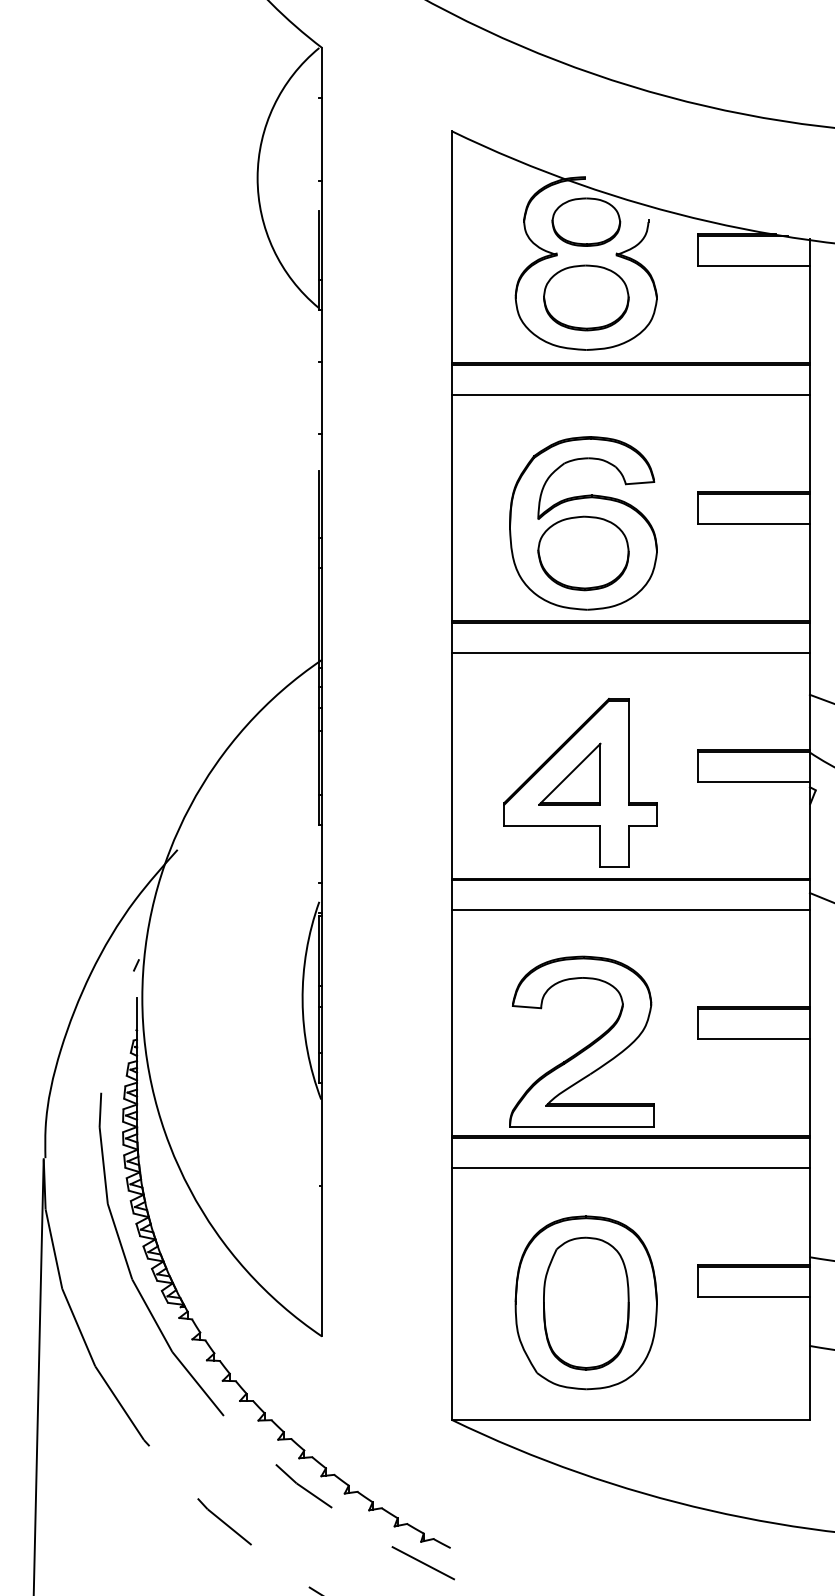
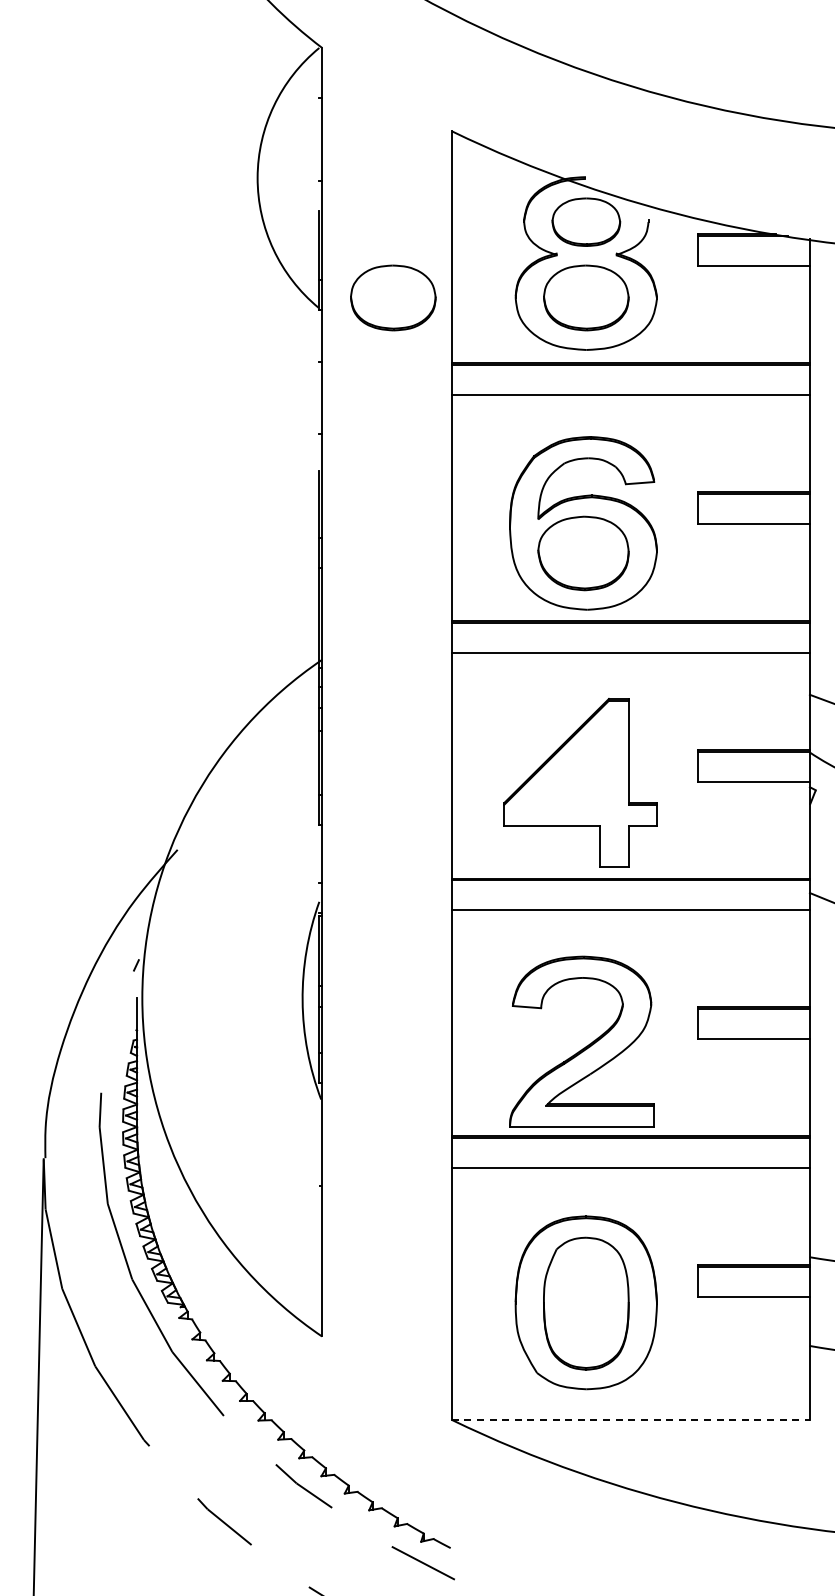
part at (393, 297): none -> present
part at (569, 773): present -> none
line at (631, 1419): solid -> dashed
